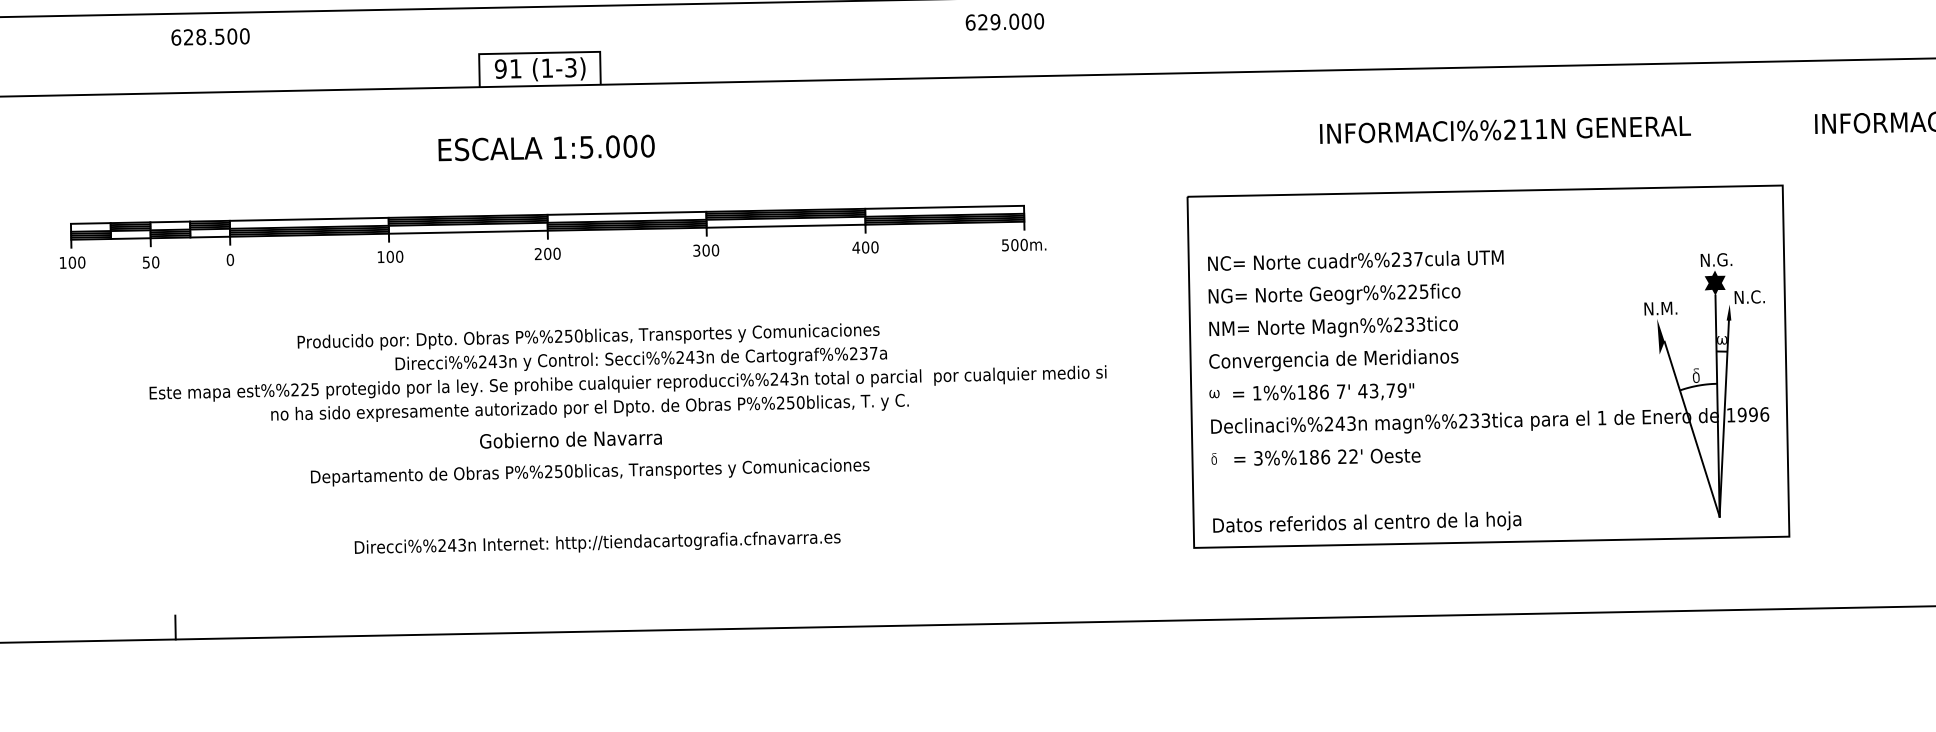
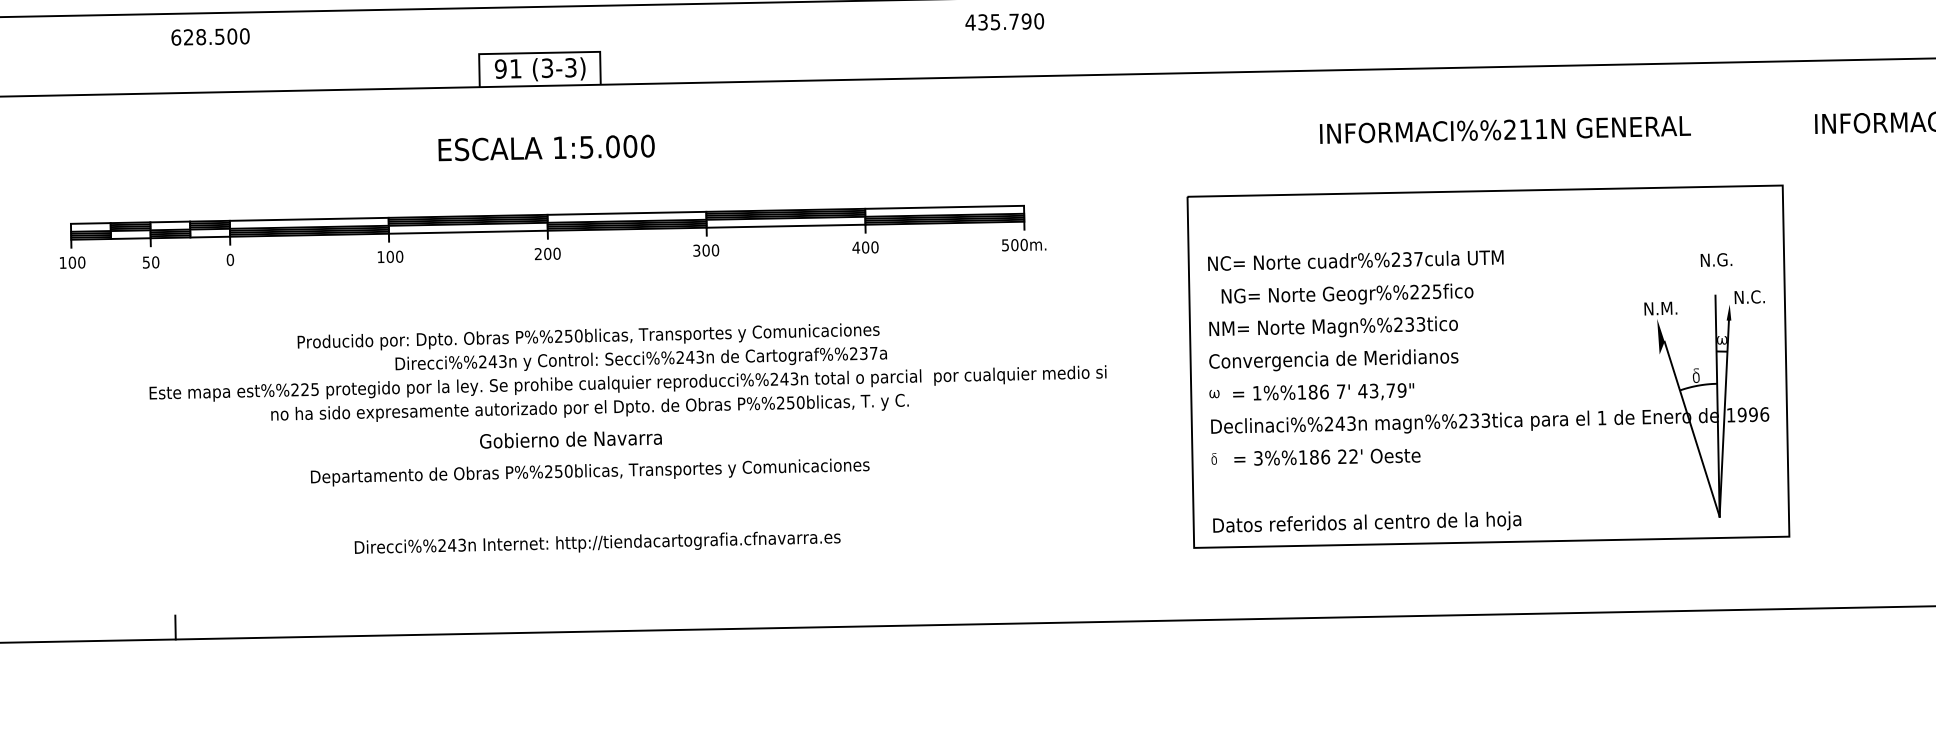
text at (998, 21): 629.000 -> 435.790
text at (547, 68): (1-3) -> (3-3)
fill at (1714, 282): present -> none
text at (1334, 293) position: (1334, 293) -> (1347, 293)
